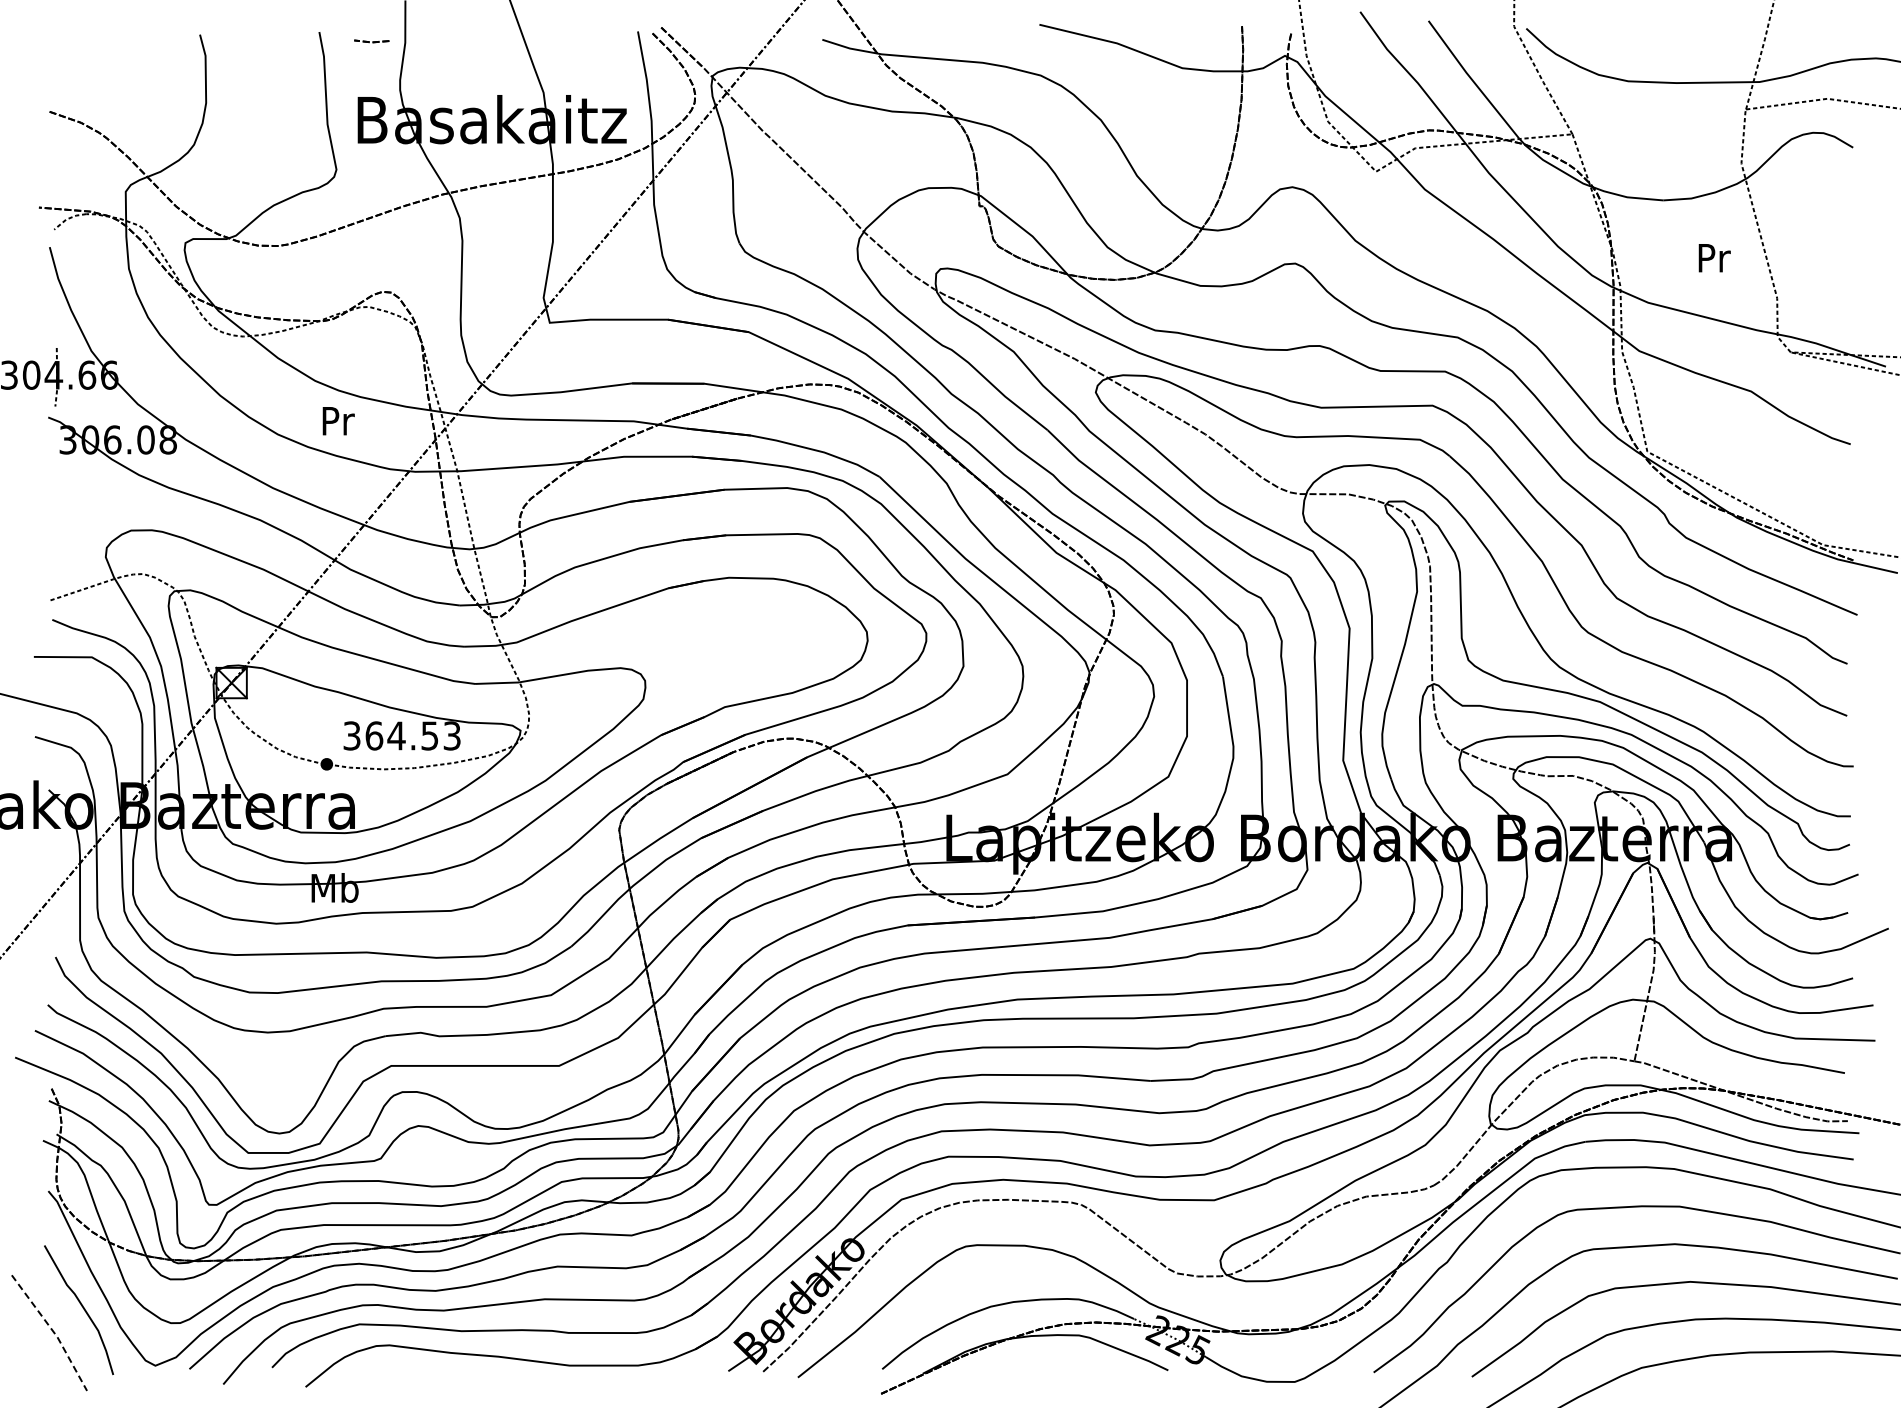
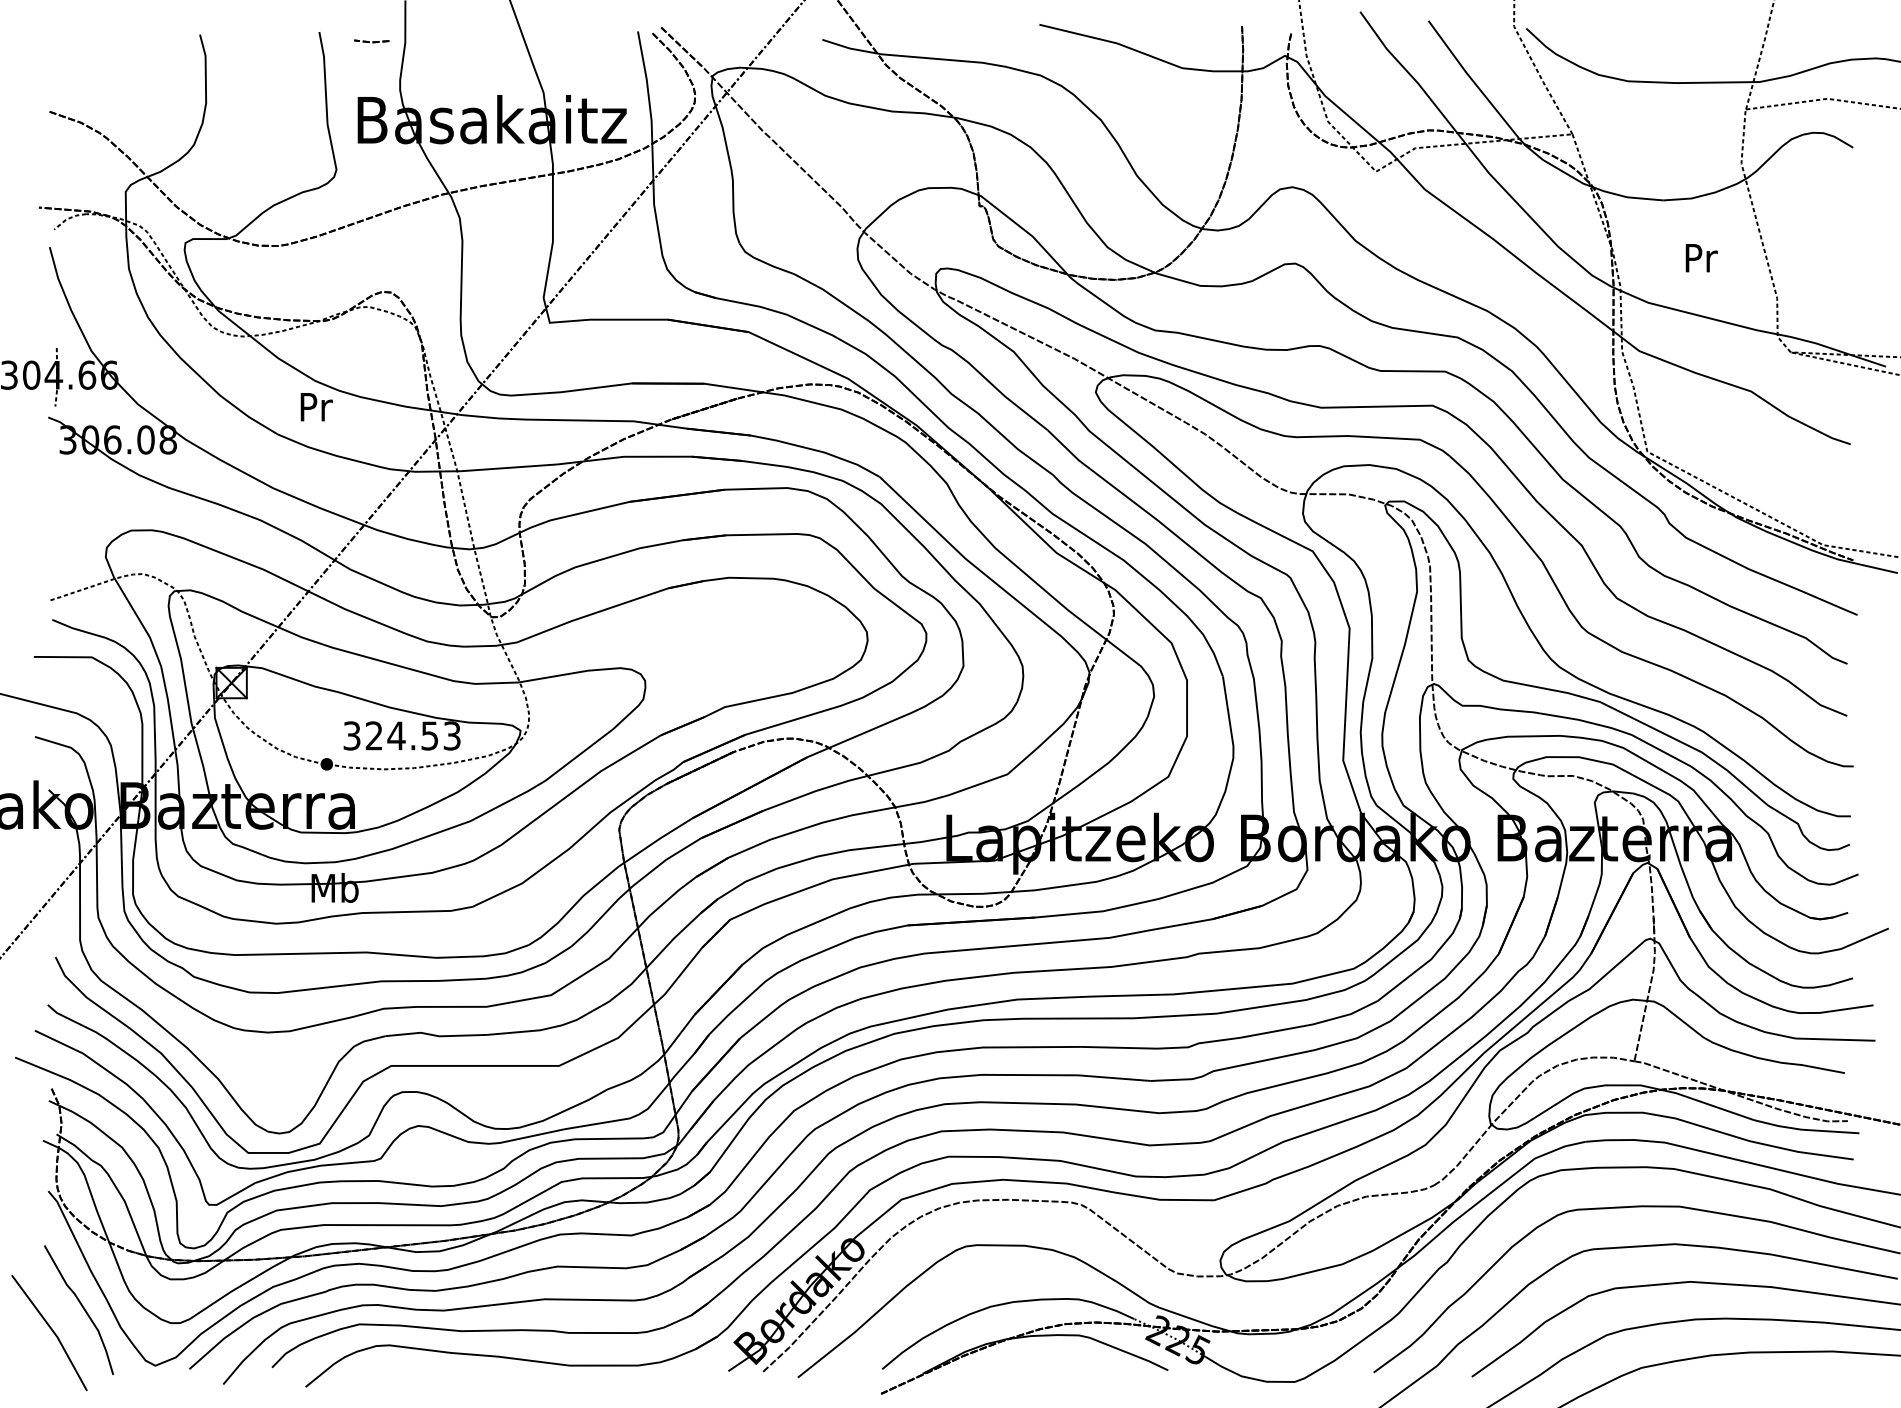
text at (1714, 258) position: (1714, 258) -> (1701, 258)
text at (338, 421) position: (338, 421) -> (316, 407)
text at (374, 735): 364.53 -> 324.53
line at (53, 1331): dashed -> solid
